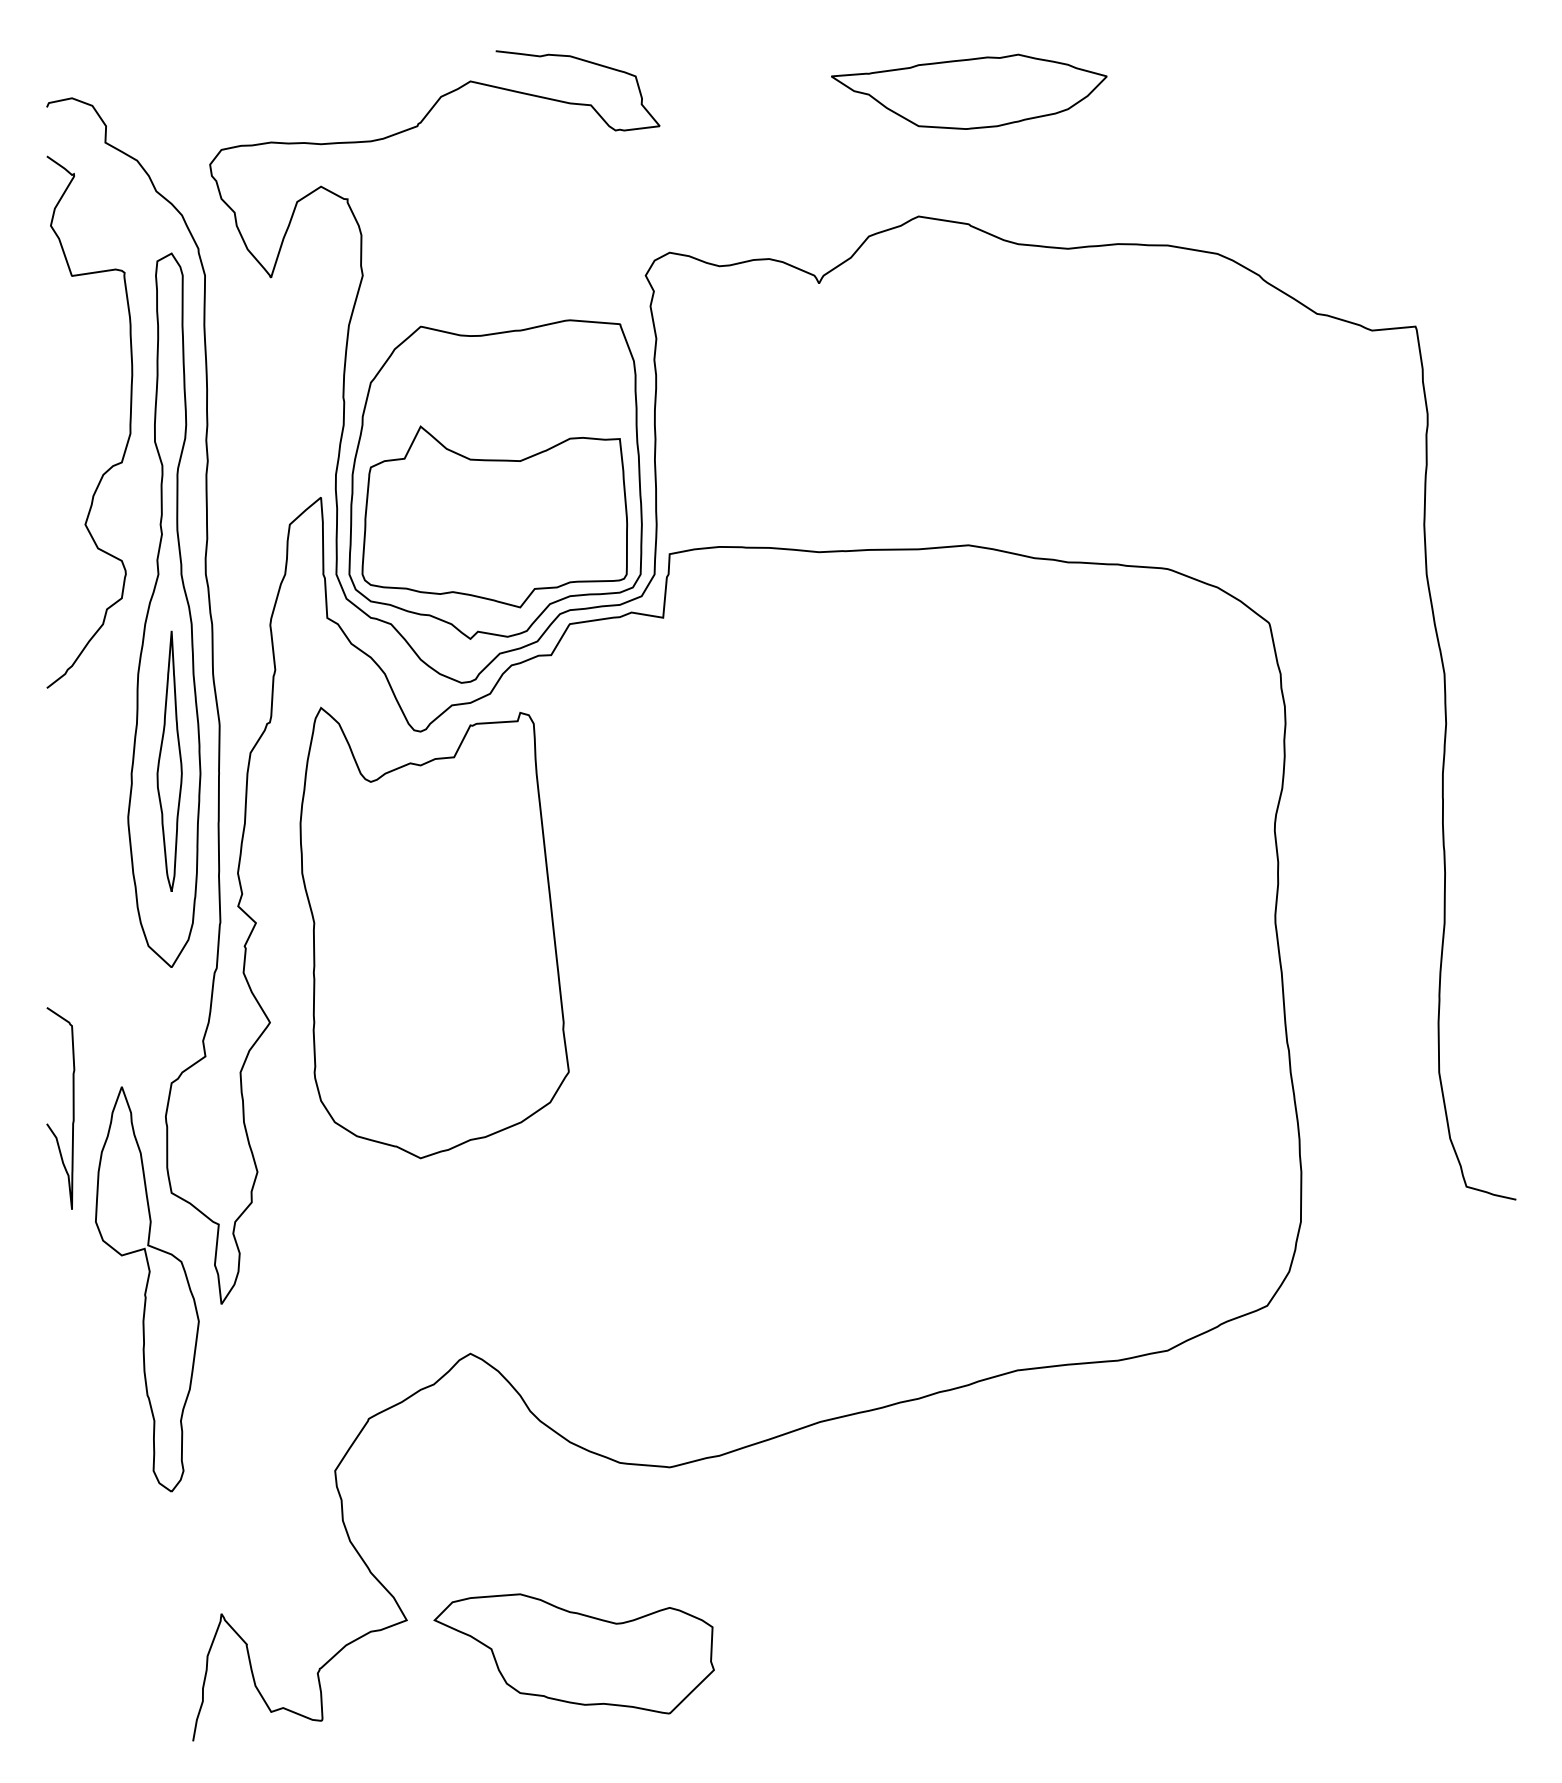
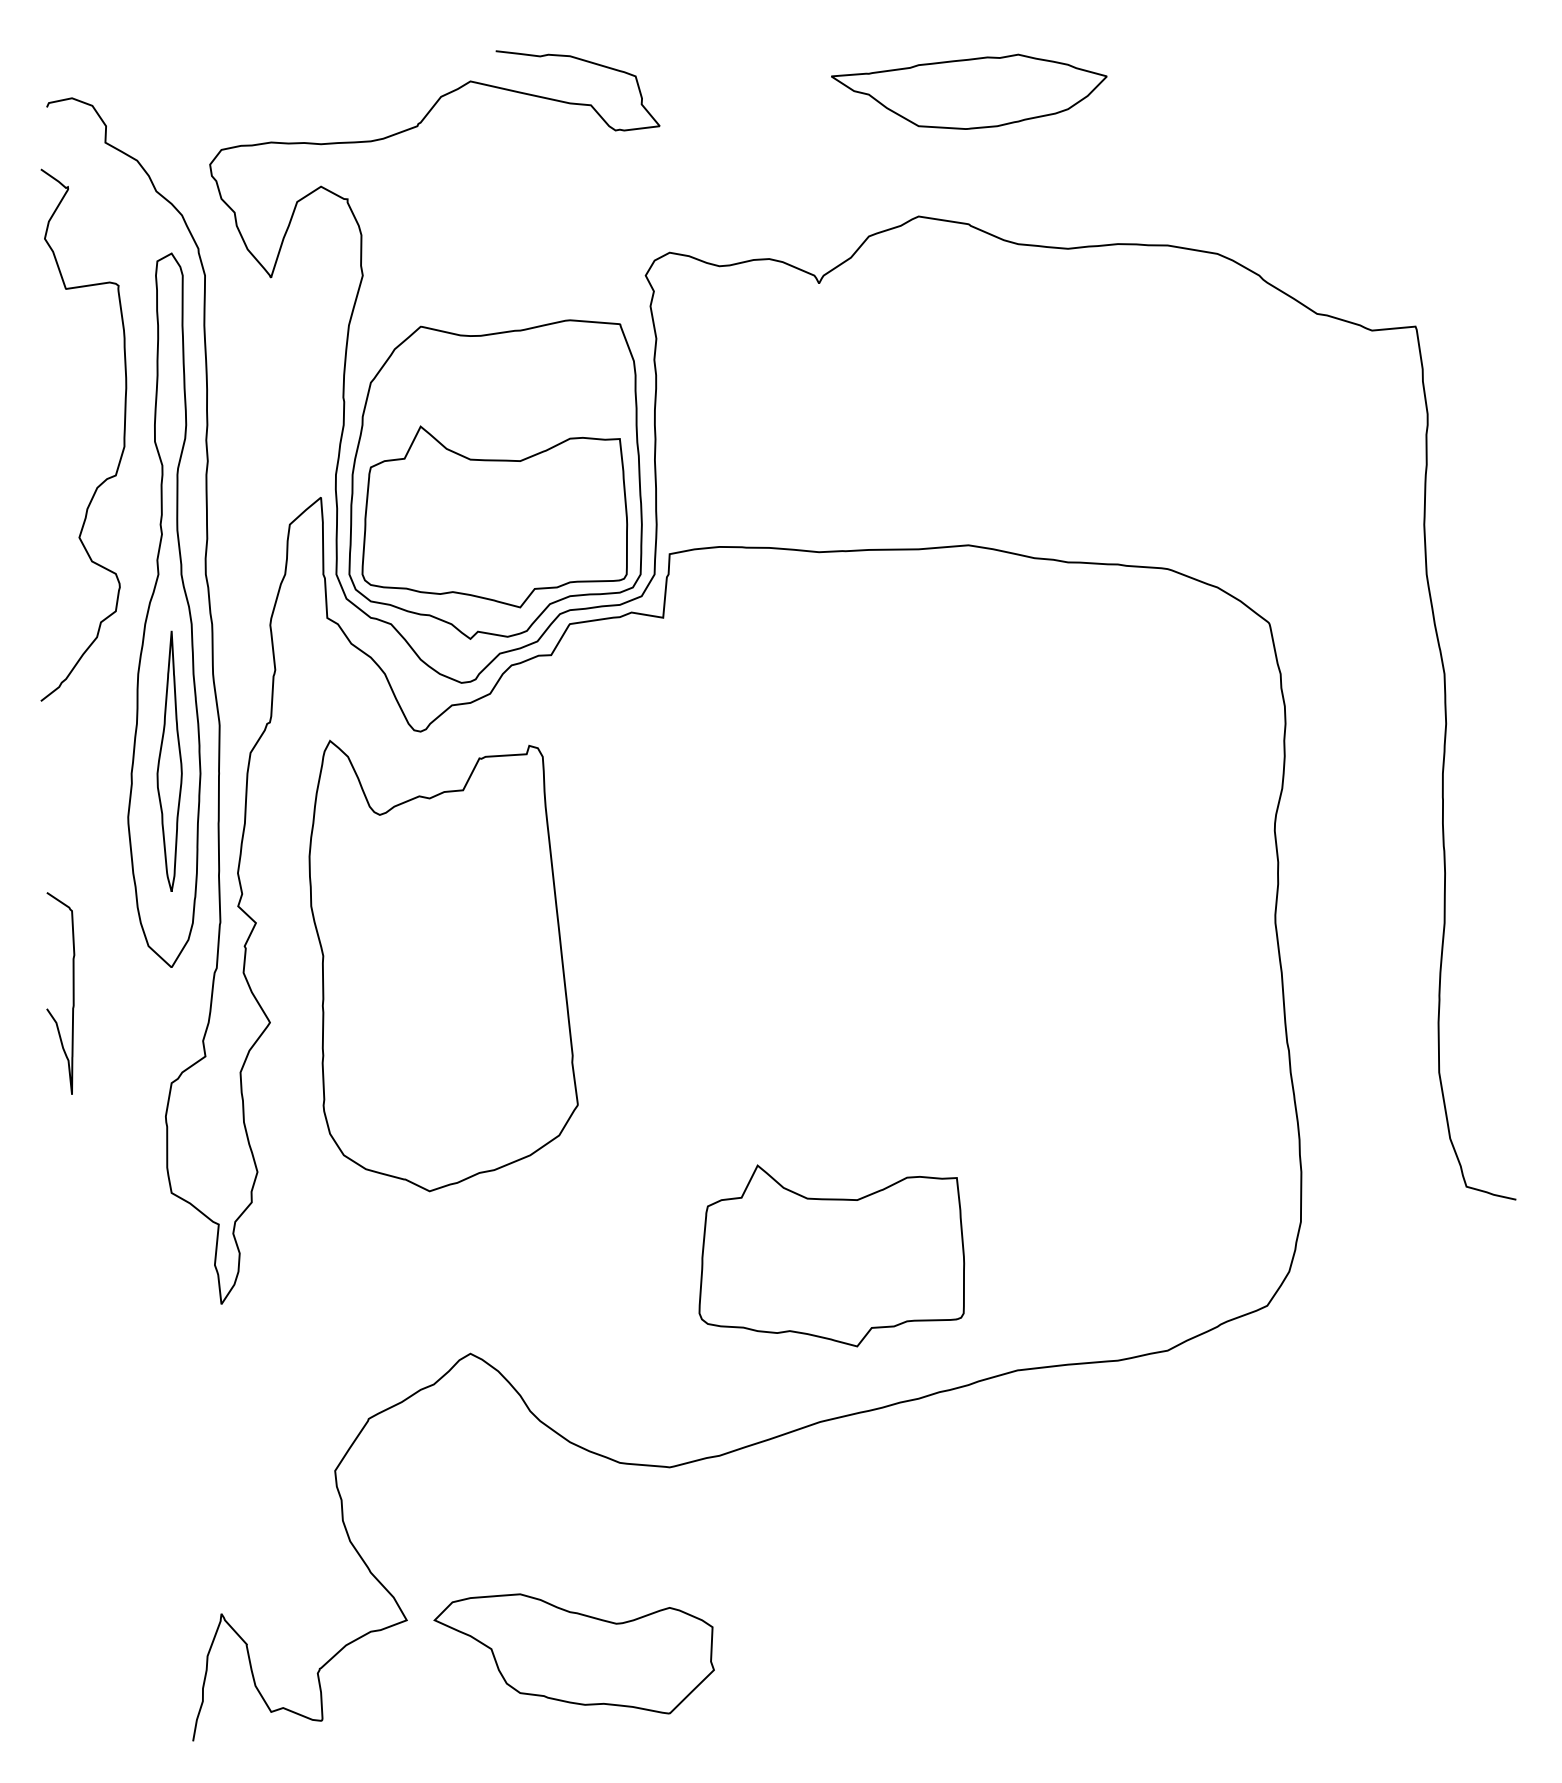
curve at (129, 421) position: (129, 421) -> (123, 434)
part at (434, 932) position: (434, 932) -> (443, 965)
curve at (72, 1108) position: (72, 1108) -> (72, 993)
part at (831, 1255): none -> present
part at (147, 1289): present -> none
